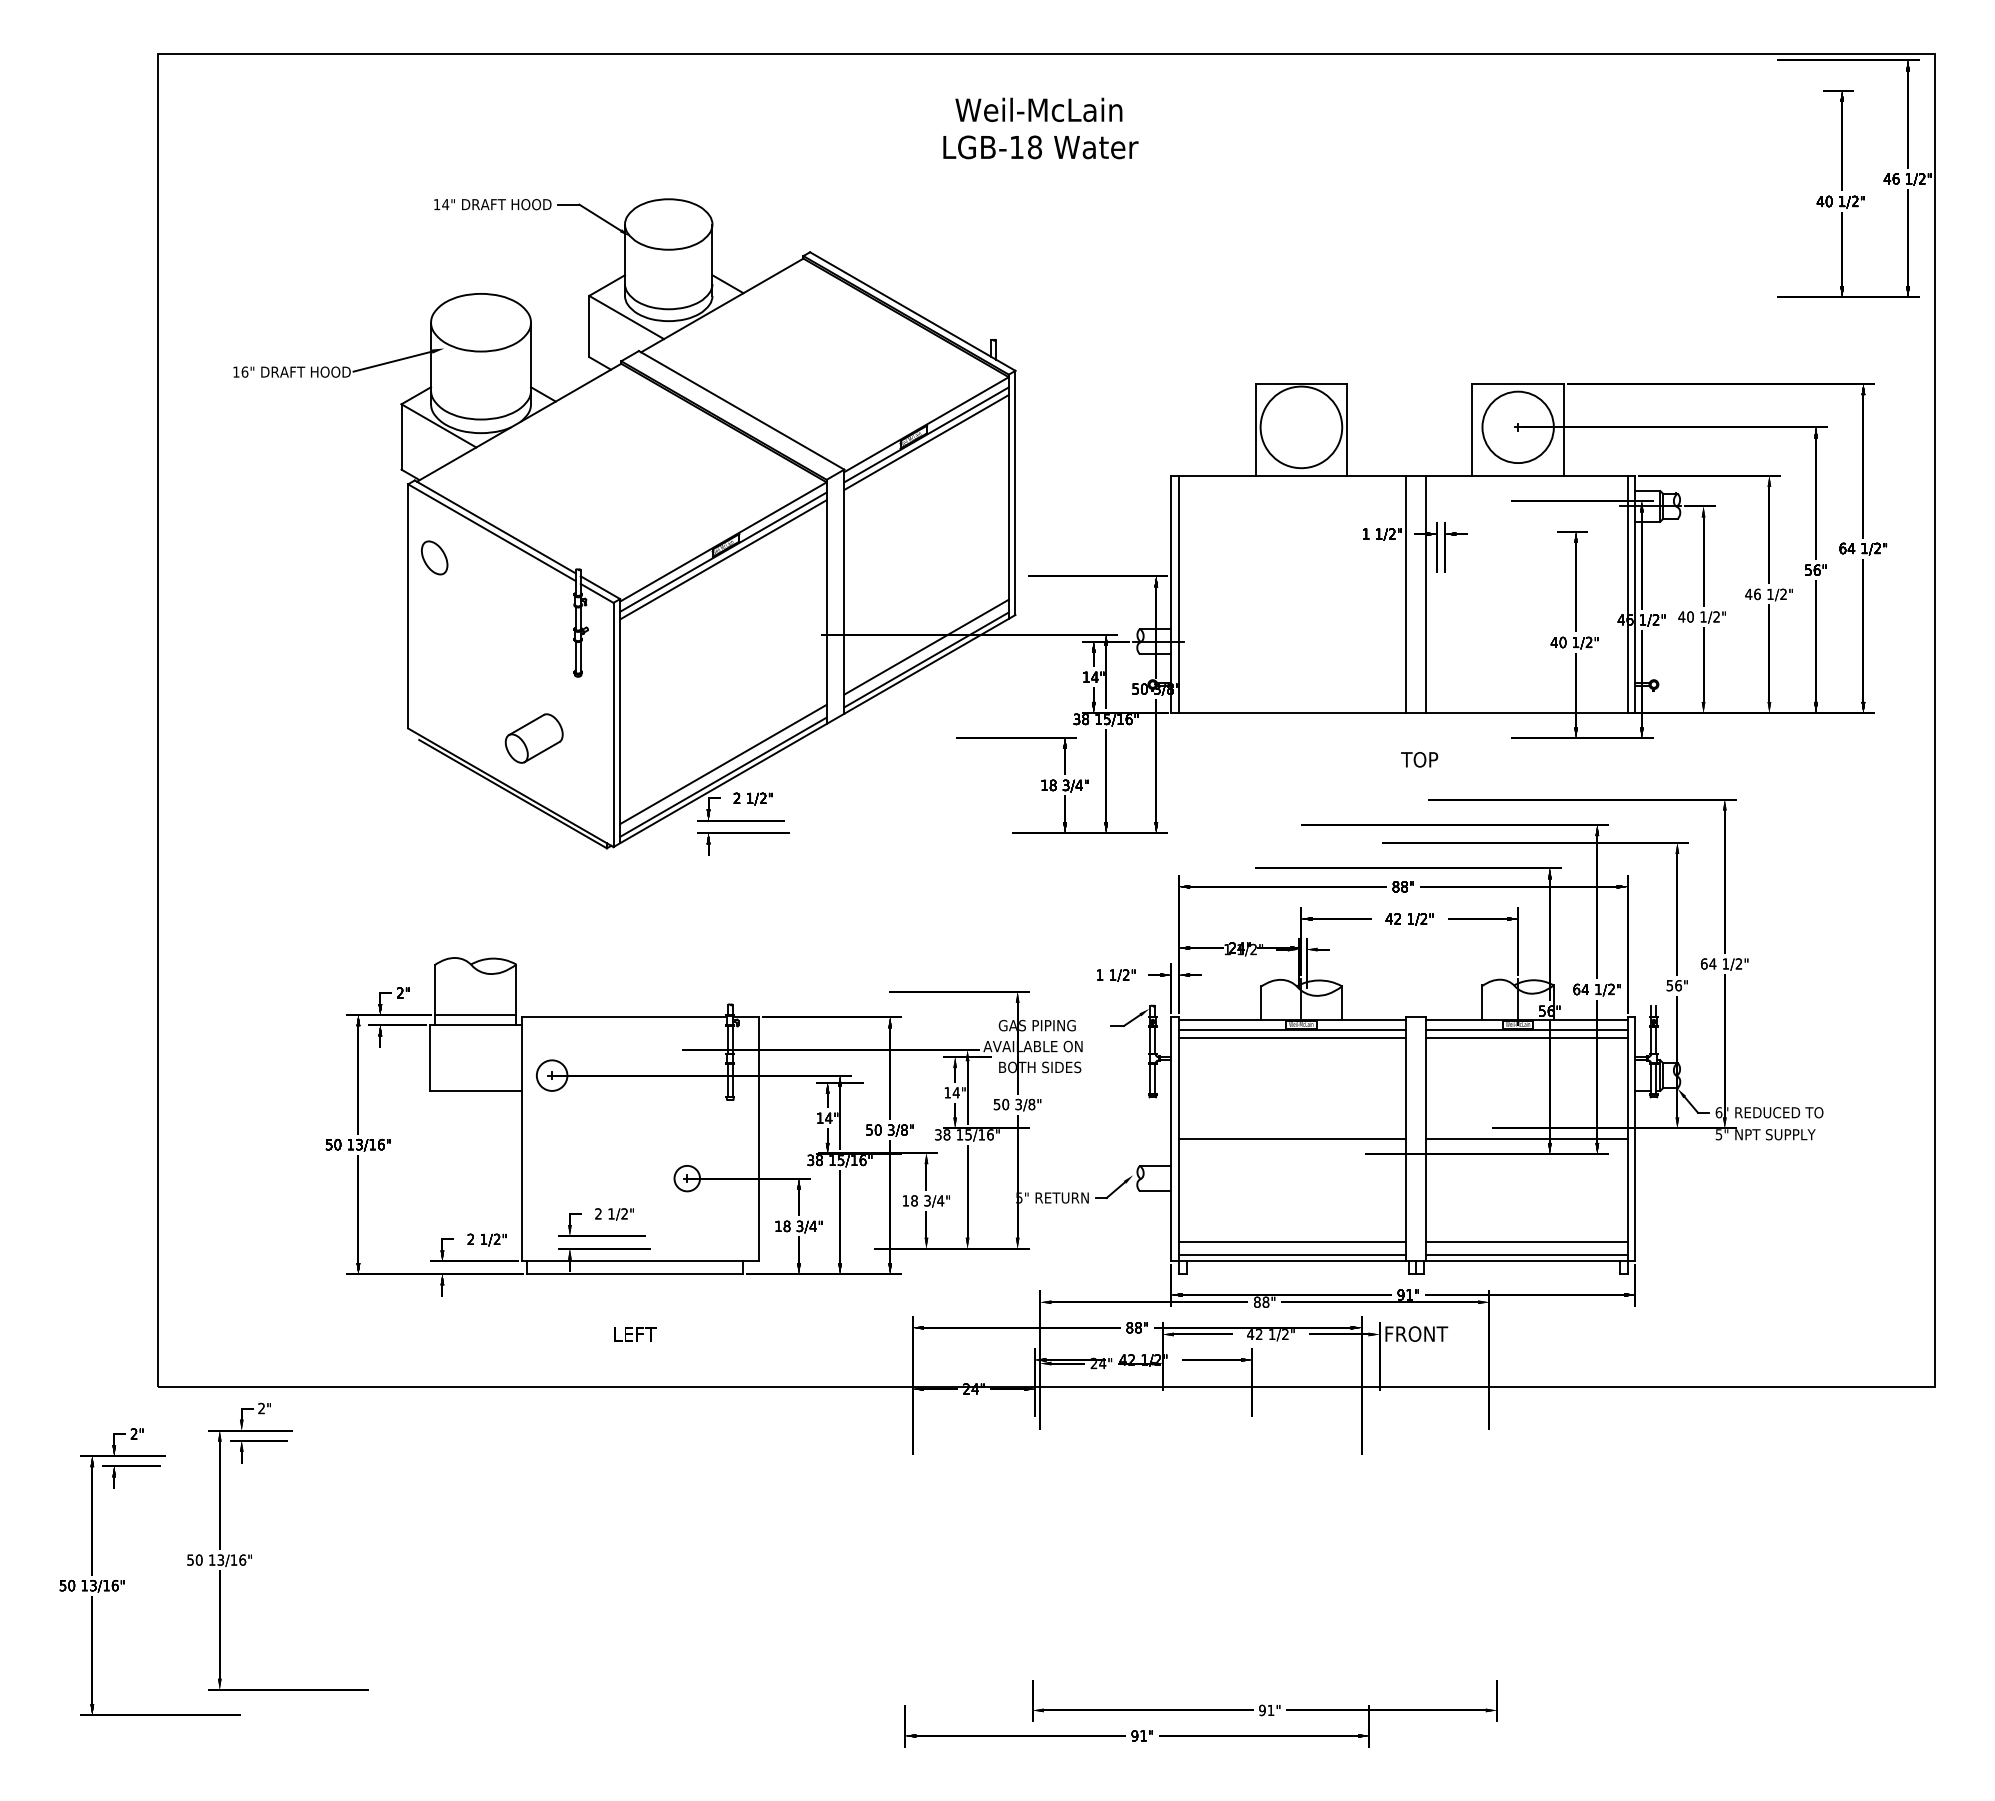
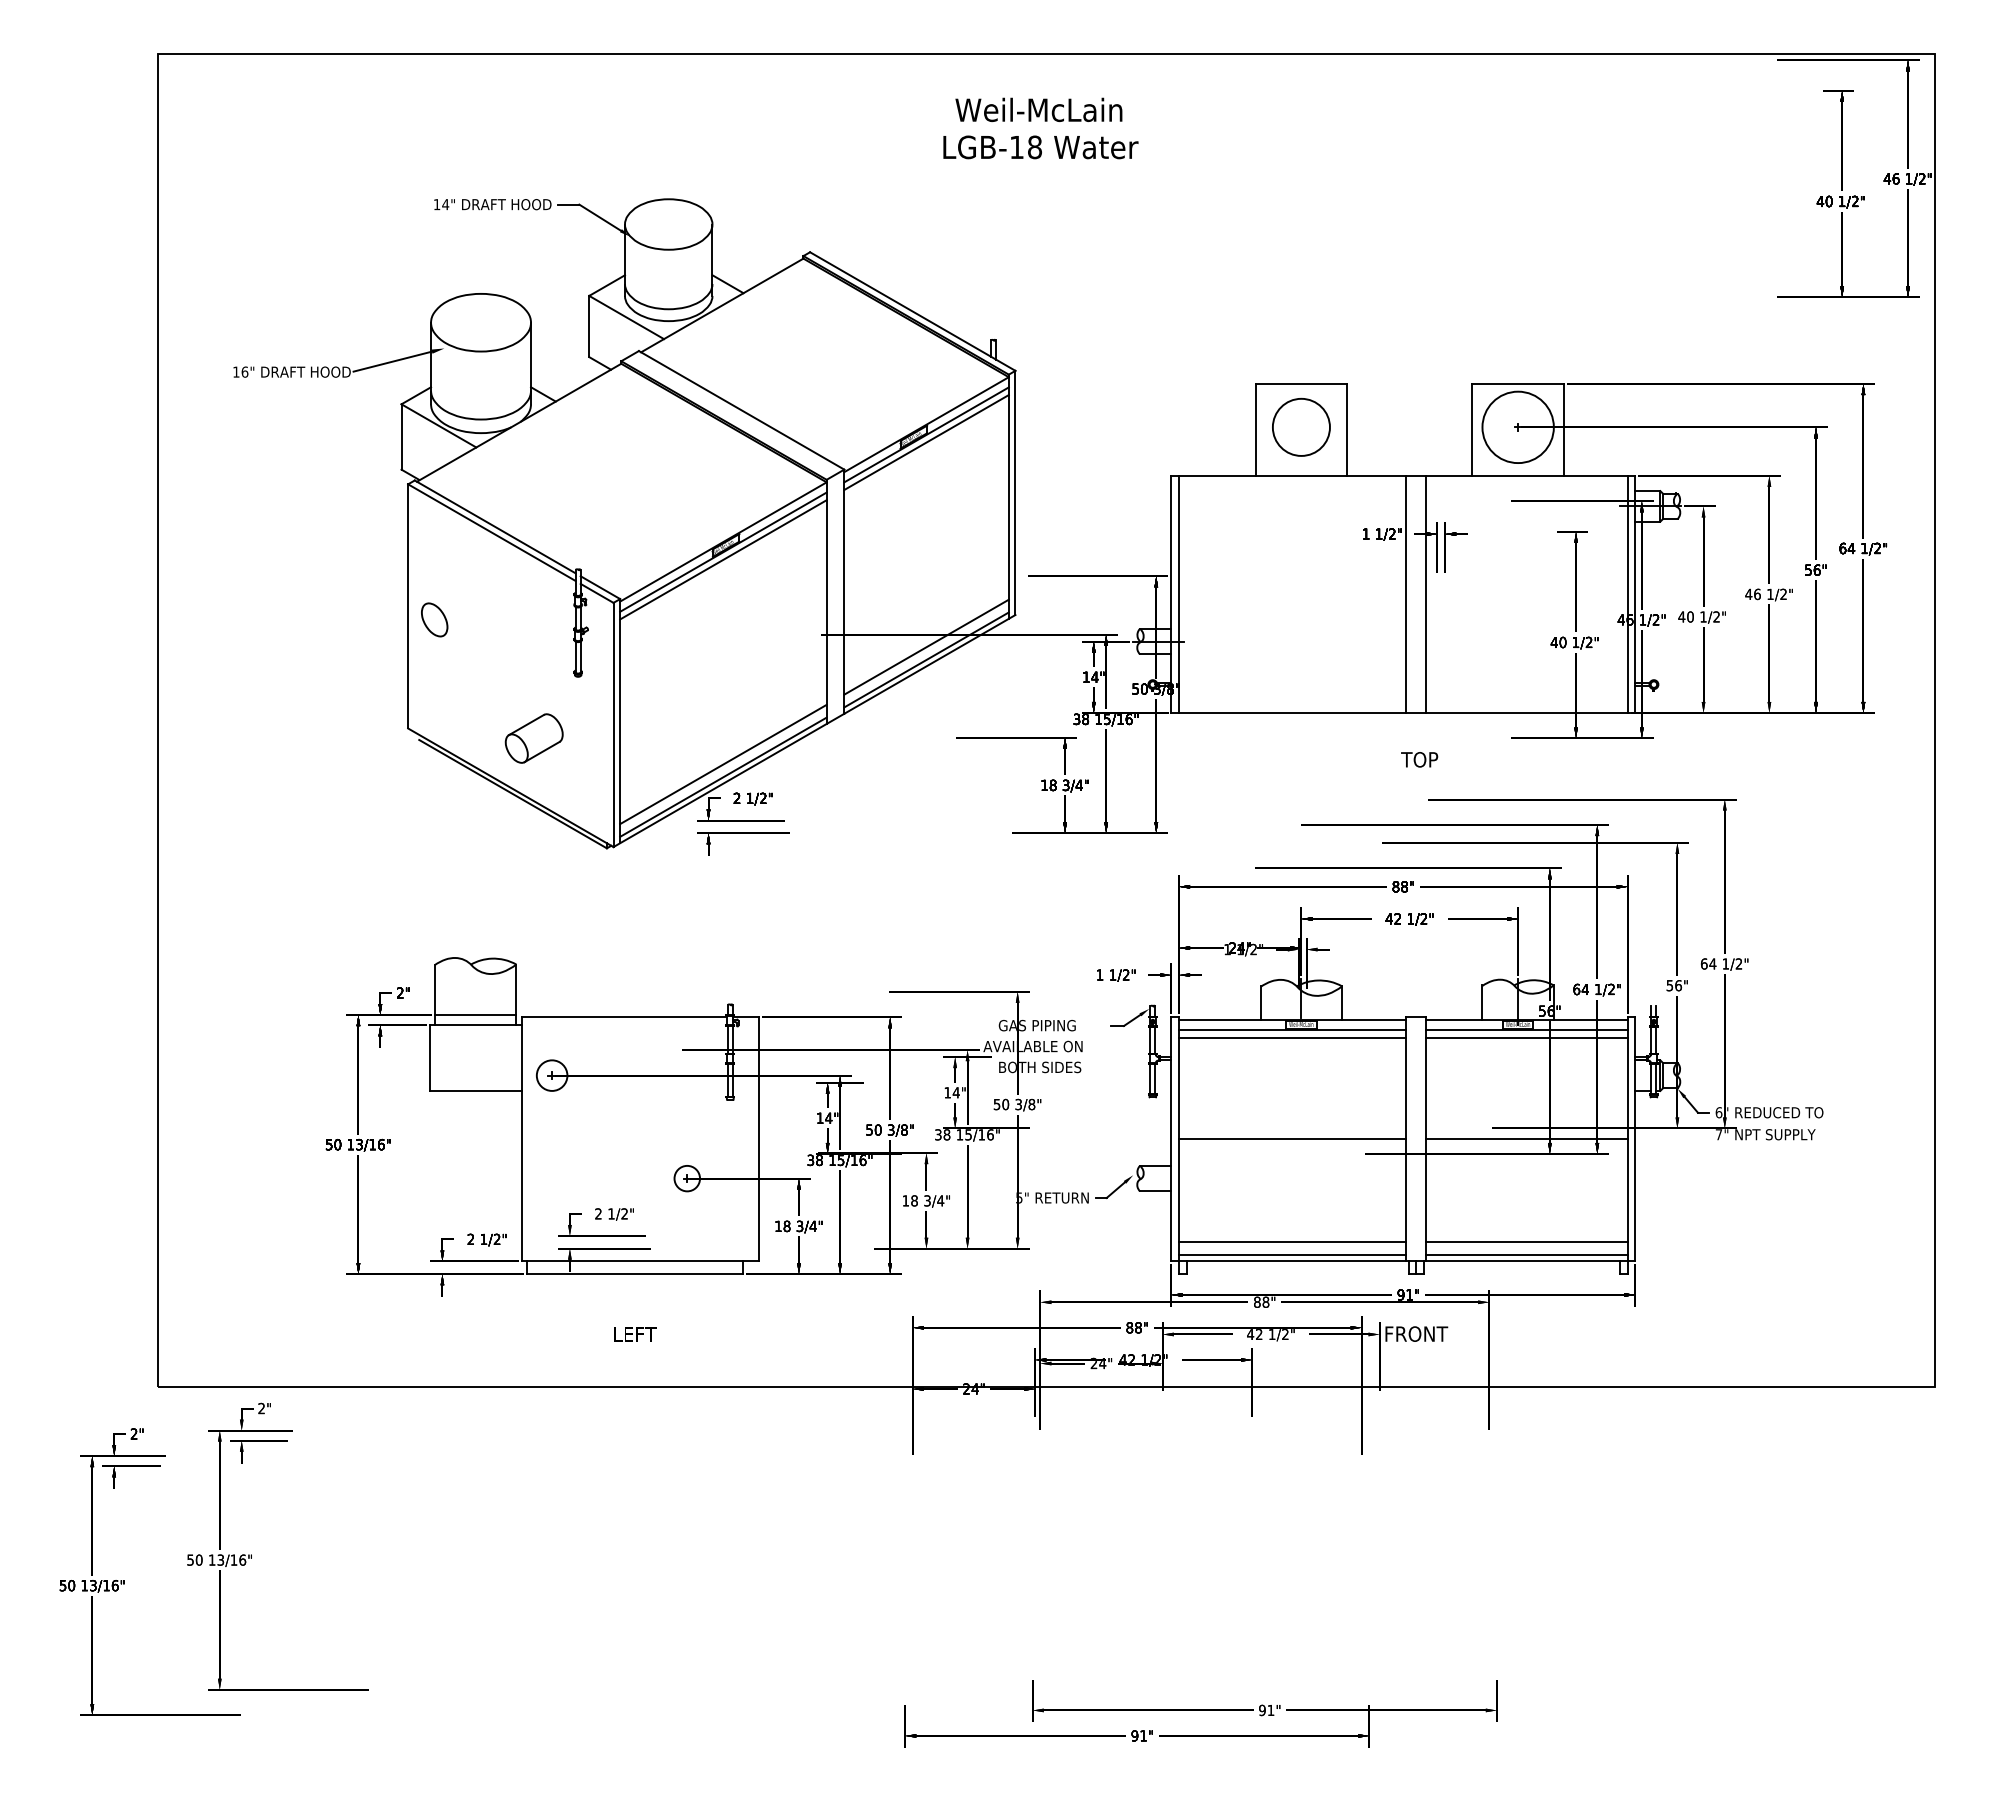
circle at (1301, 427) diameter: 82 px -> 57 px
part at (434, 557) position: (434, 557) -> (434, 619)
text at (1718, 1134): 5" -> 7"
